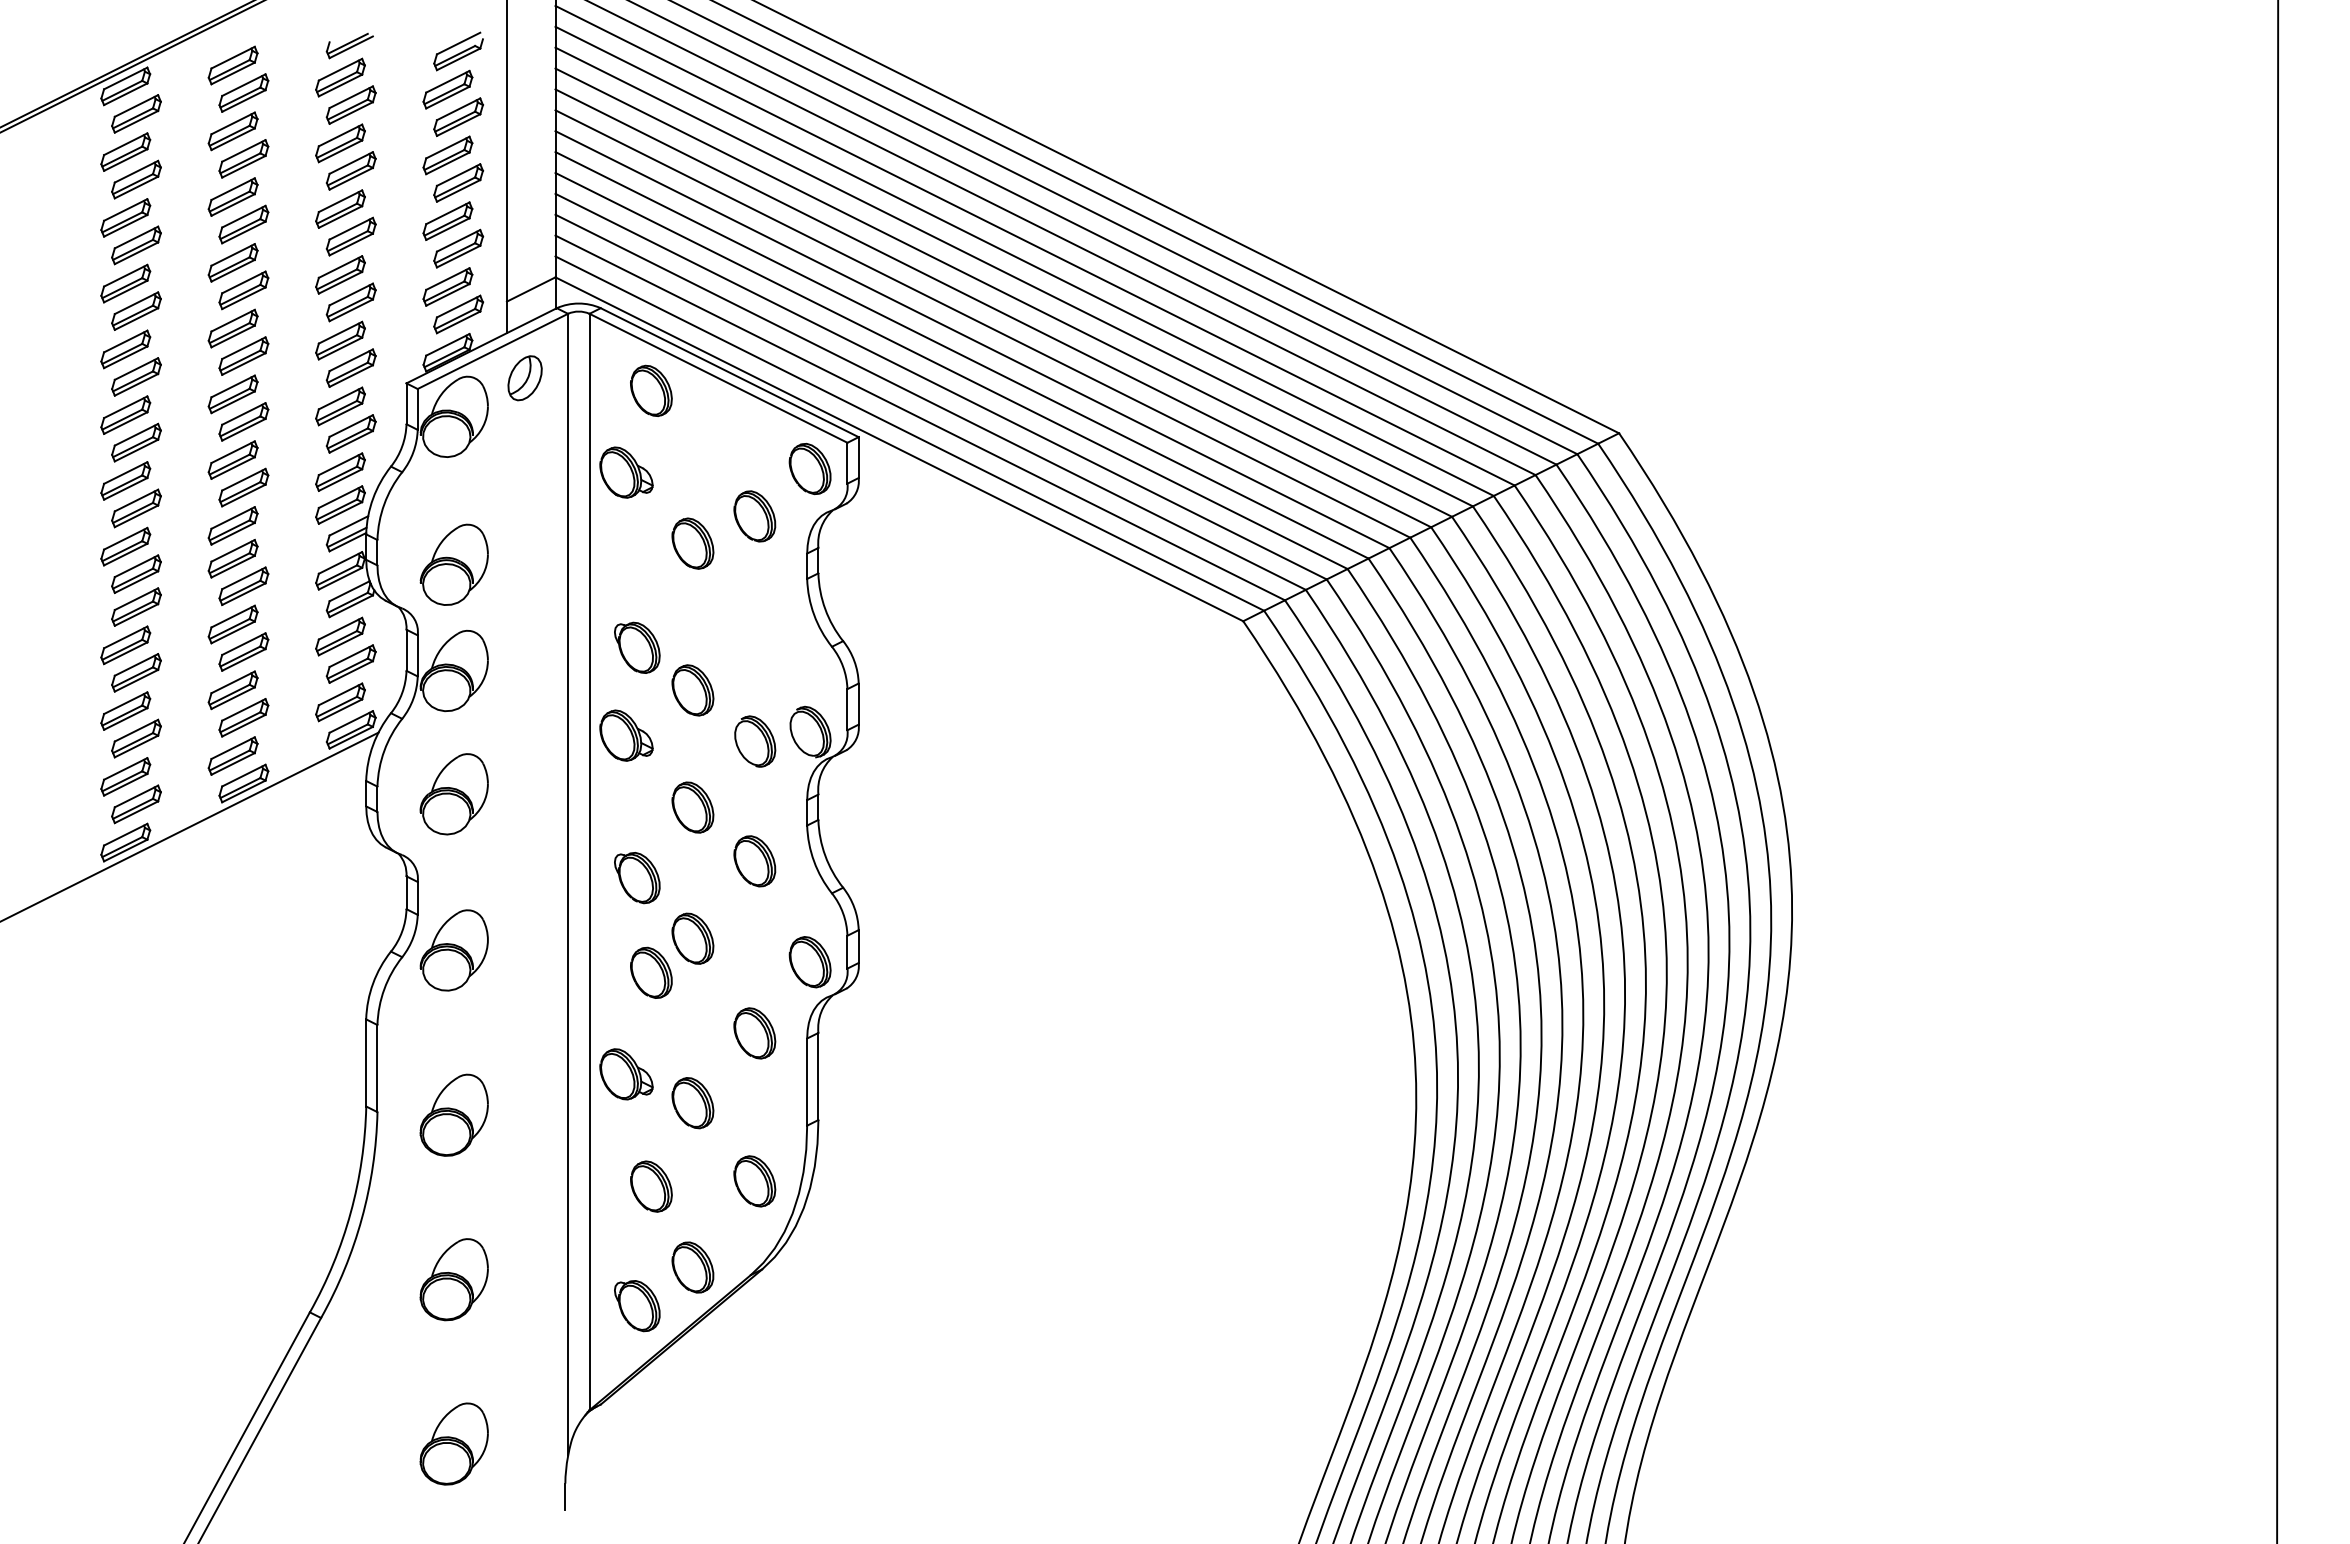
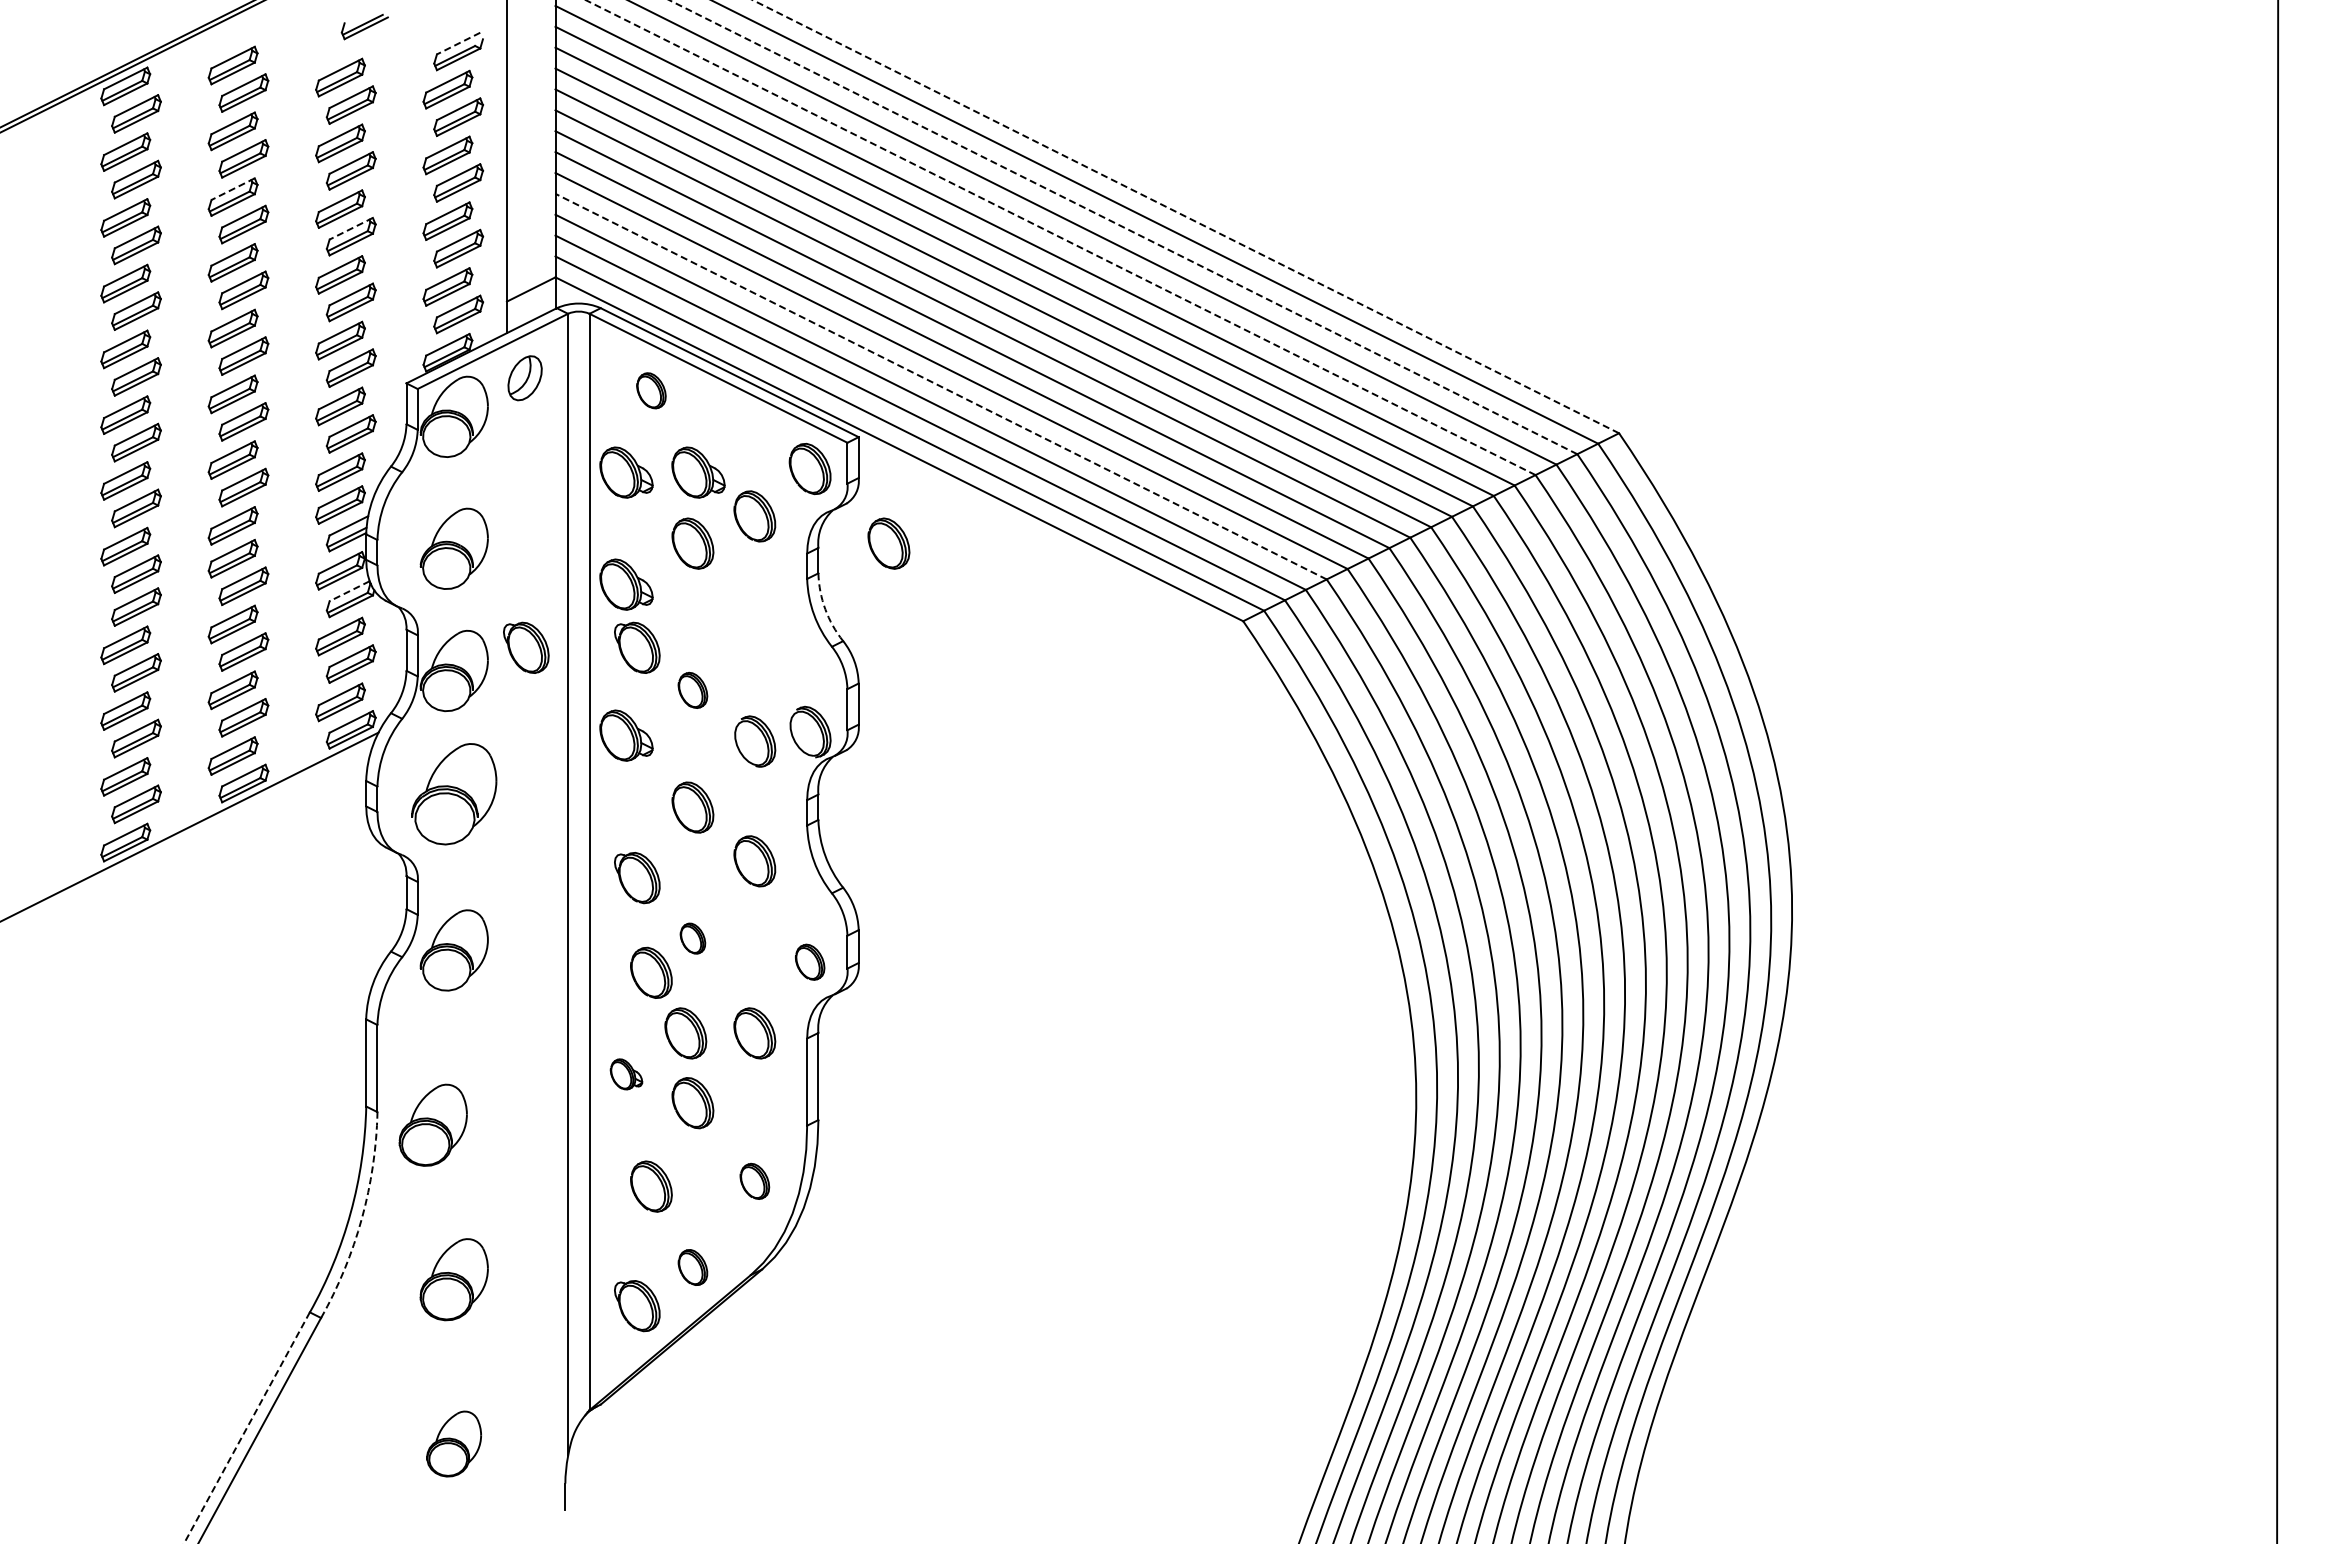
line at (458, 43): solid -> dashed
part at (349, 45) position: (349, 45) -> (364, 26)
line at (232, 189): solid -> dashed
line at (1185, 216): solid -> dashed
line at (1123, 227): solid -> dashed
line at (350, 228): solid -> dashed
line at (1060, 237): solid -> dashed
line at (940, 386): solid -> dashed
part at (651, 390) size: 43x53 px -> 31x38 px
part at (698, 472): none -> present
part at (888, 543): none -> present
part at (453, 564) position: (453, 564) -> (453, 548)
part at (626, 584): none -> present
line at (349, 591): solid -> dashed
arc at (825, 609): solid -> dashed
part at (526, 647): none -> present
part at (692, 690) size: 44x53 px -> 32x38 px
part at (453, 794) size: 70x83 px -> 87x103 px
part at (692, 938) size: 44x53 px -> 28x33 px
part at (809, 962) size: 44x53 px -> 31x38 px
part at (685, 1033): none -> present
part at (626, 1074) size: 55x53 px -> 35x33 px
part at (453, 1114) position: (453, 1114) -> (432, 1124)
part at (754, 1181) size: 44x53 px -> 32x38 px
arc at (361, 1218): solid -> dashed
part at (692, 1267) size: 44x53 px -> 32x37 px
line at (246, 1428): solid -> dashed
part at (453, 1443) size: 70x84 px -> 56x68 px
